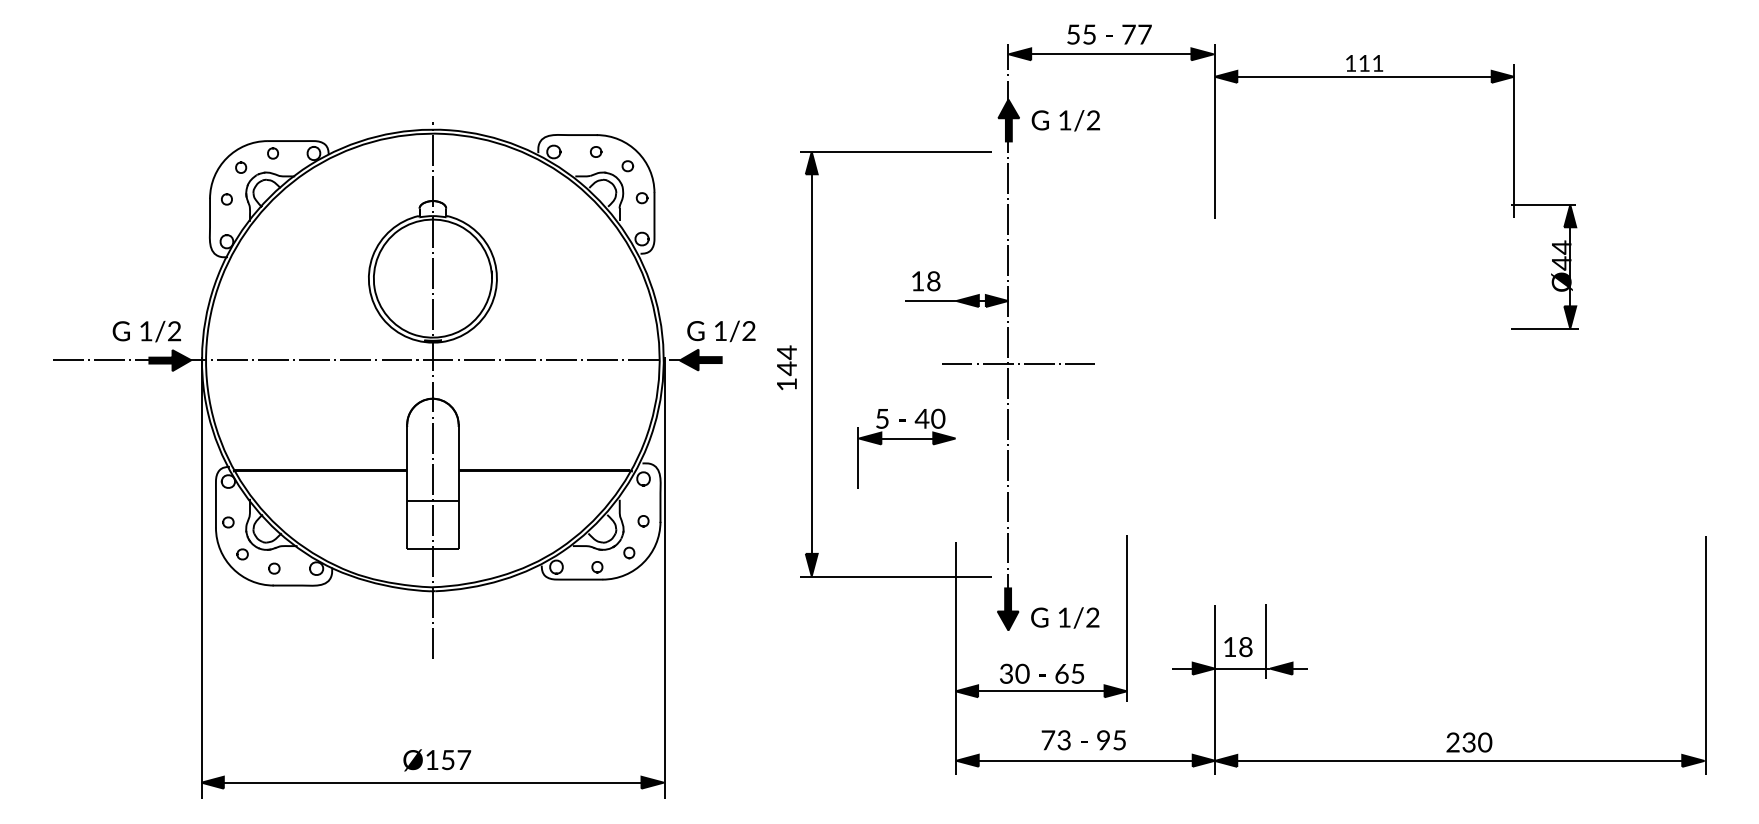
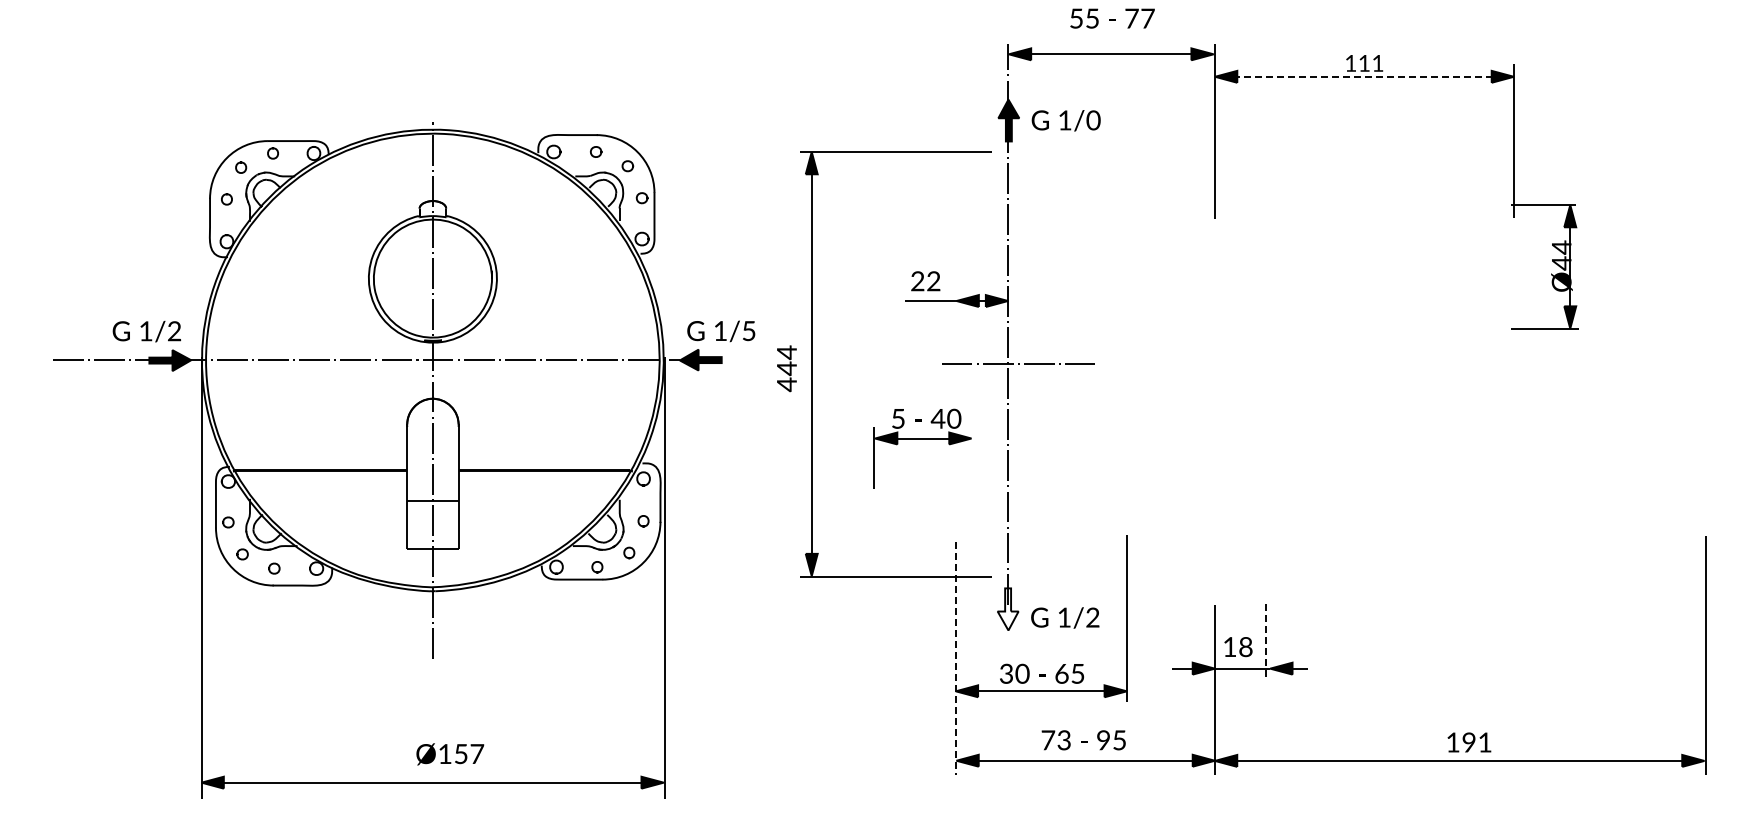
text at (1109, 34) position: (1109, 34) -> (1112, 18)
line at (1365, 76): solid -> dashed
text at (1093, 120): 1/2 -> 1/0
text at (925, 281): 18 -> 22
text at (748, 331): 1/2 -> 1/5
text at (786, 384): 144 -> 444
part at (906, 439) position: (906, 439) -> (922, 439)
fill at (1007, 609): present -> none
line at (1266, 641): solid -> dashed
line at (955, 659): solid -> dashed
text at (1469, 742): 230 -> 191
text at (437, 760) position: (437, 760) -> (450, 754)
